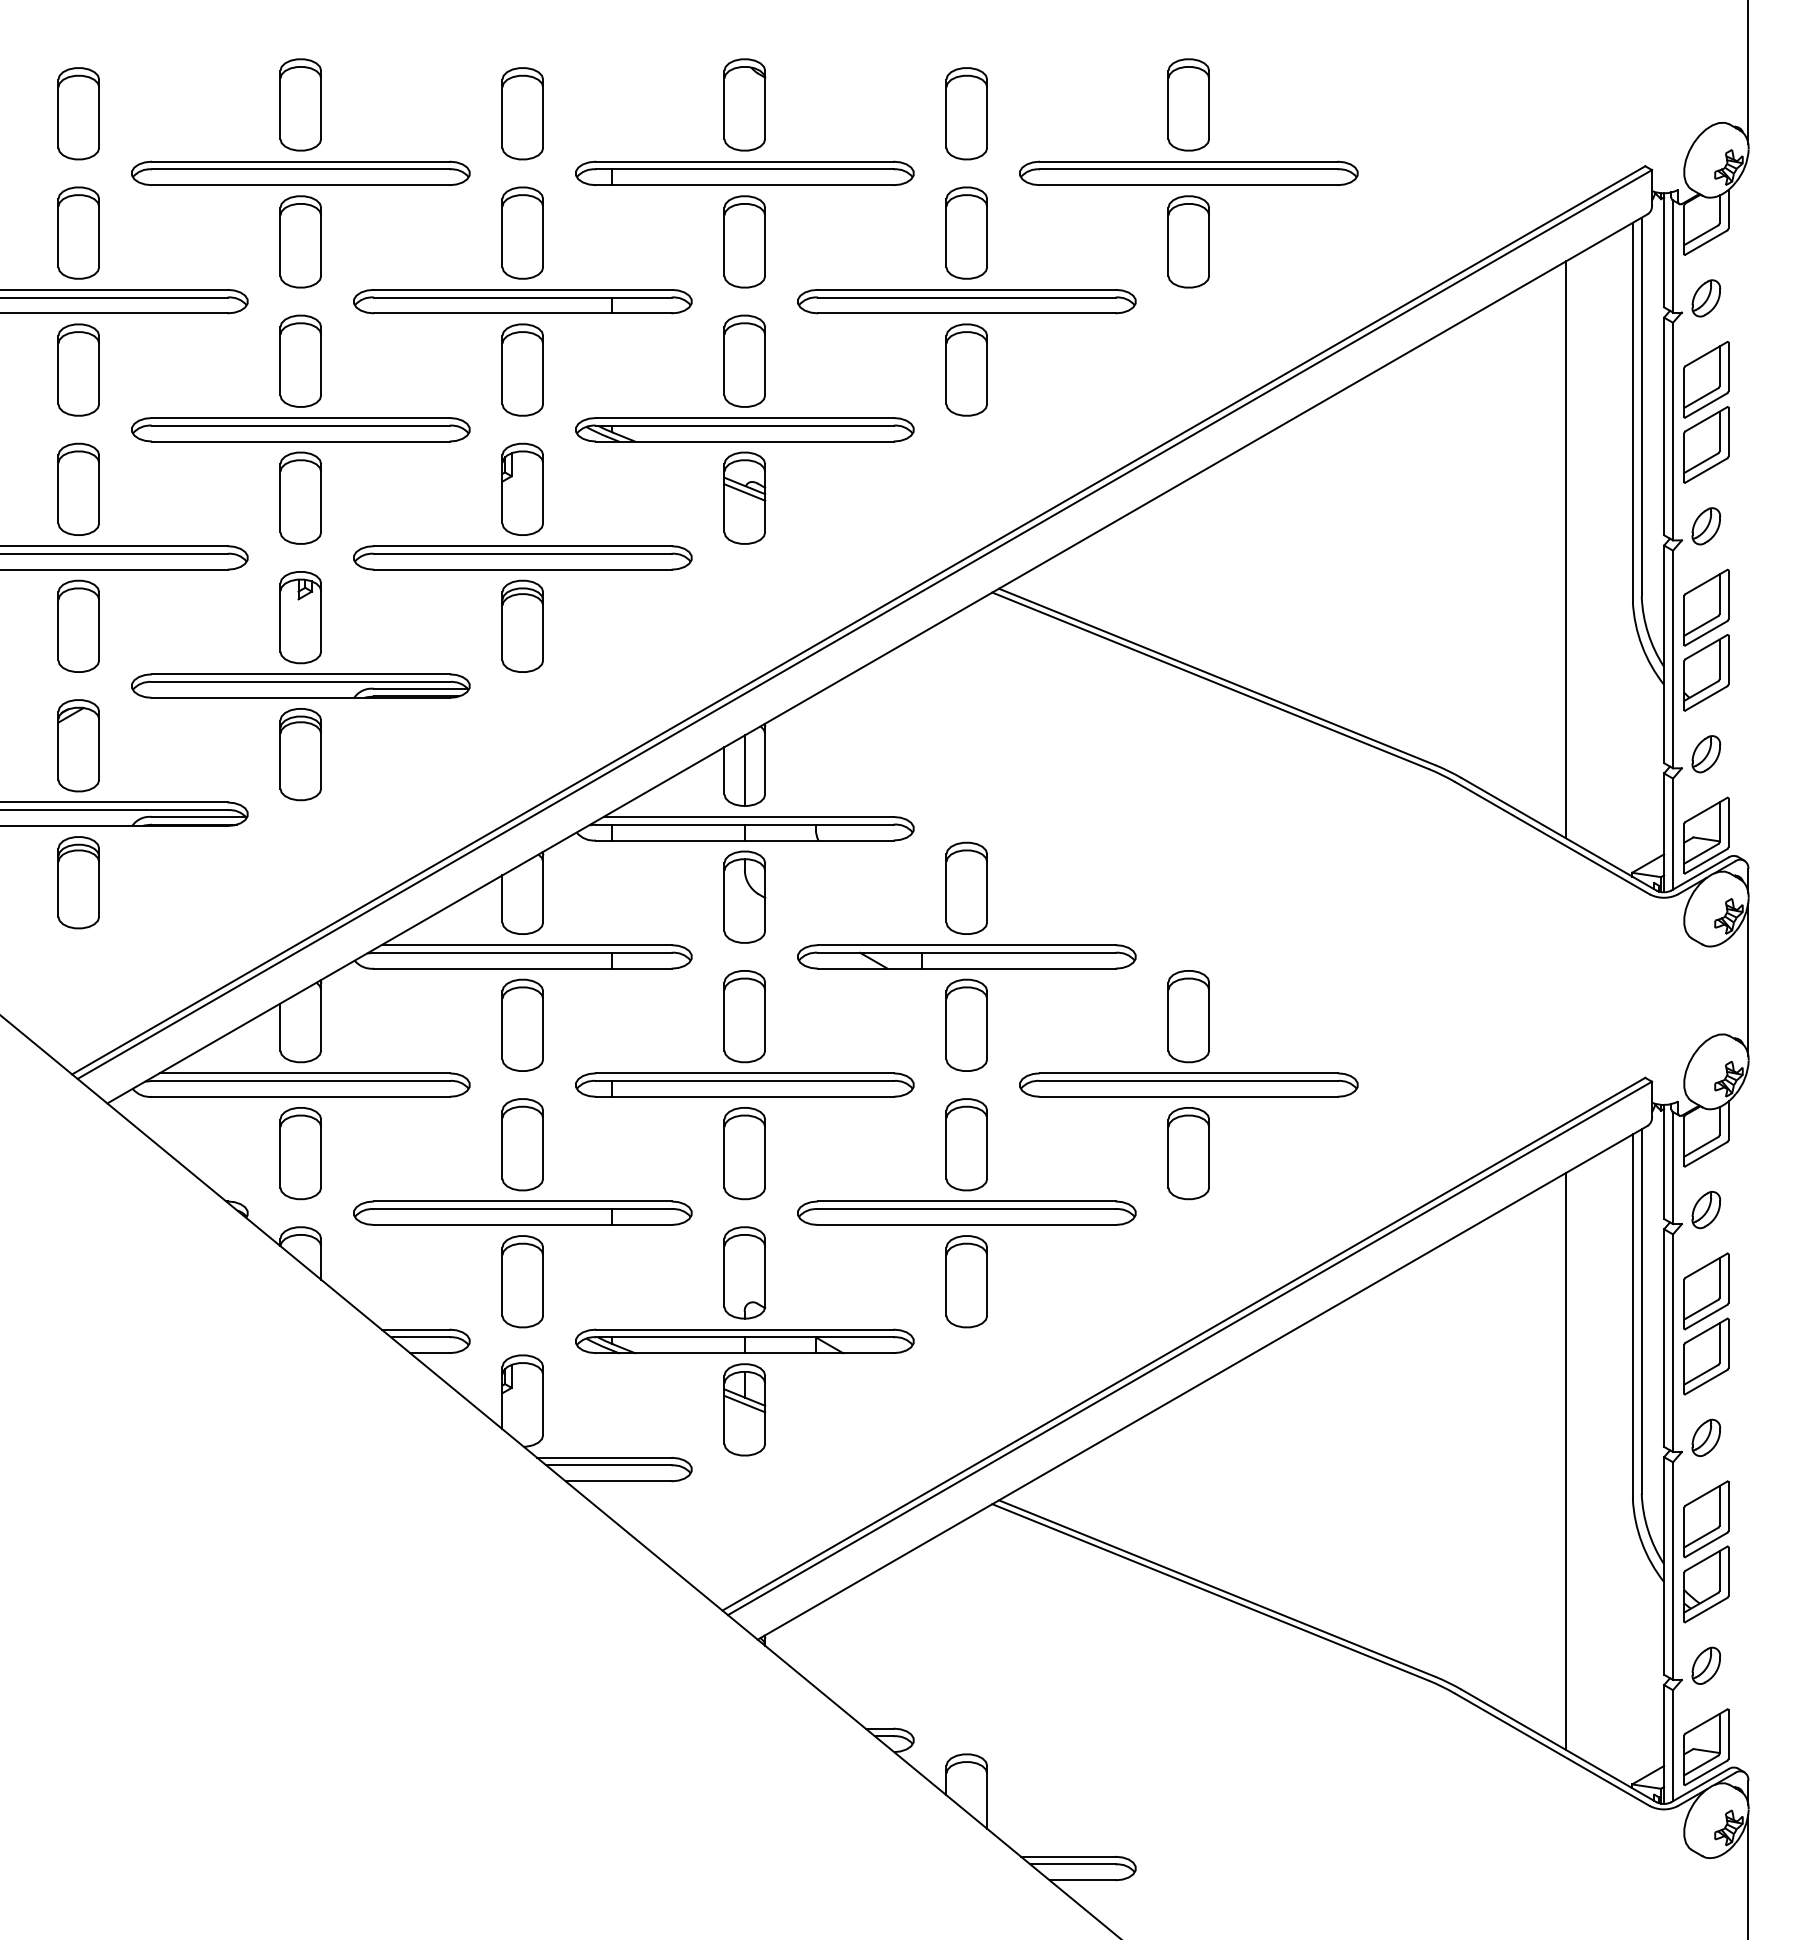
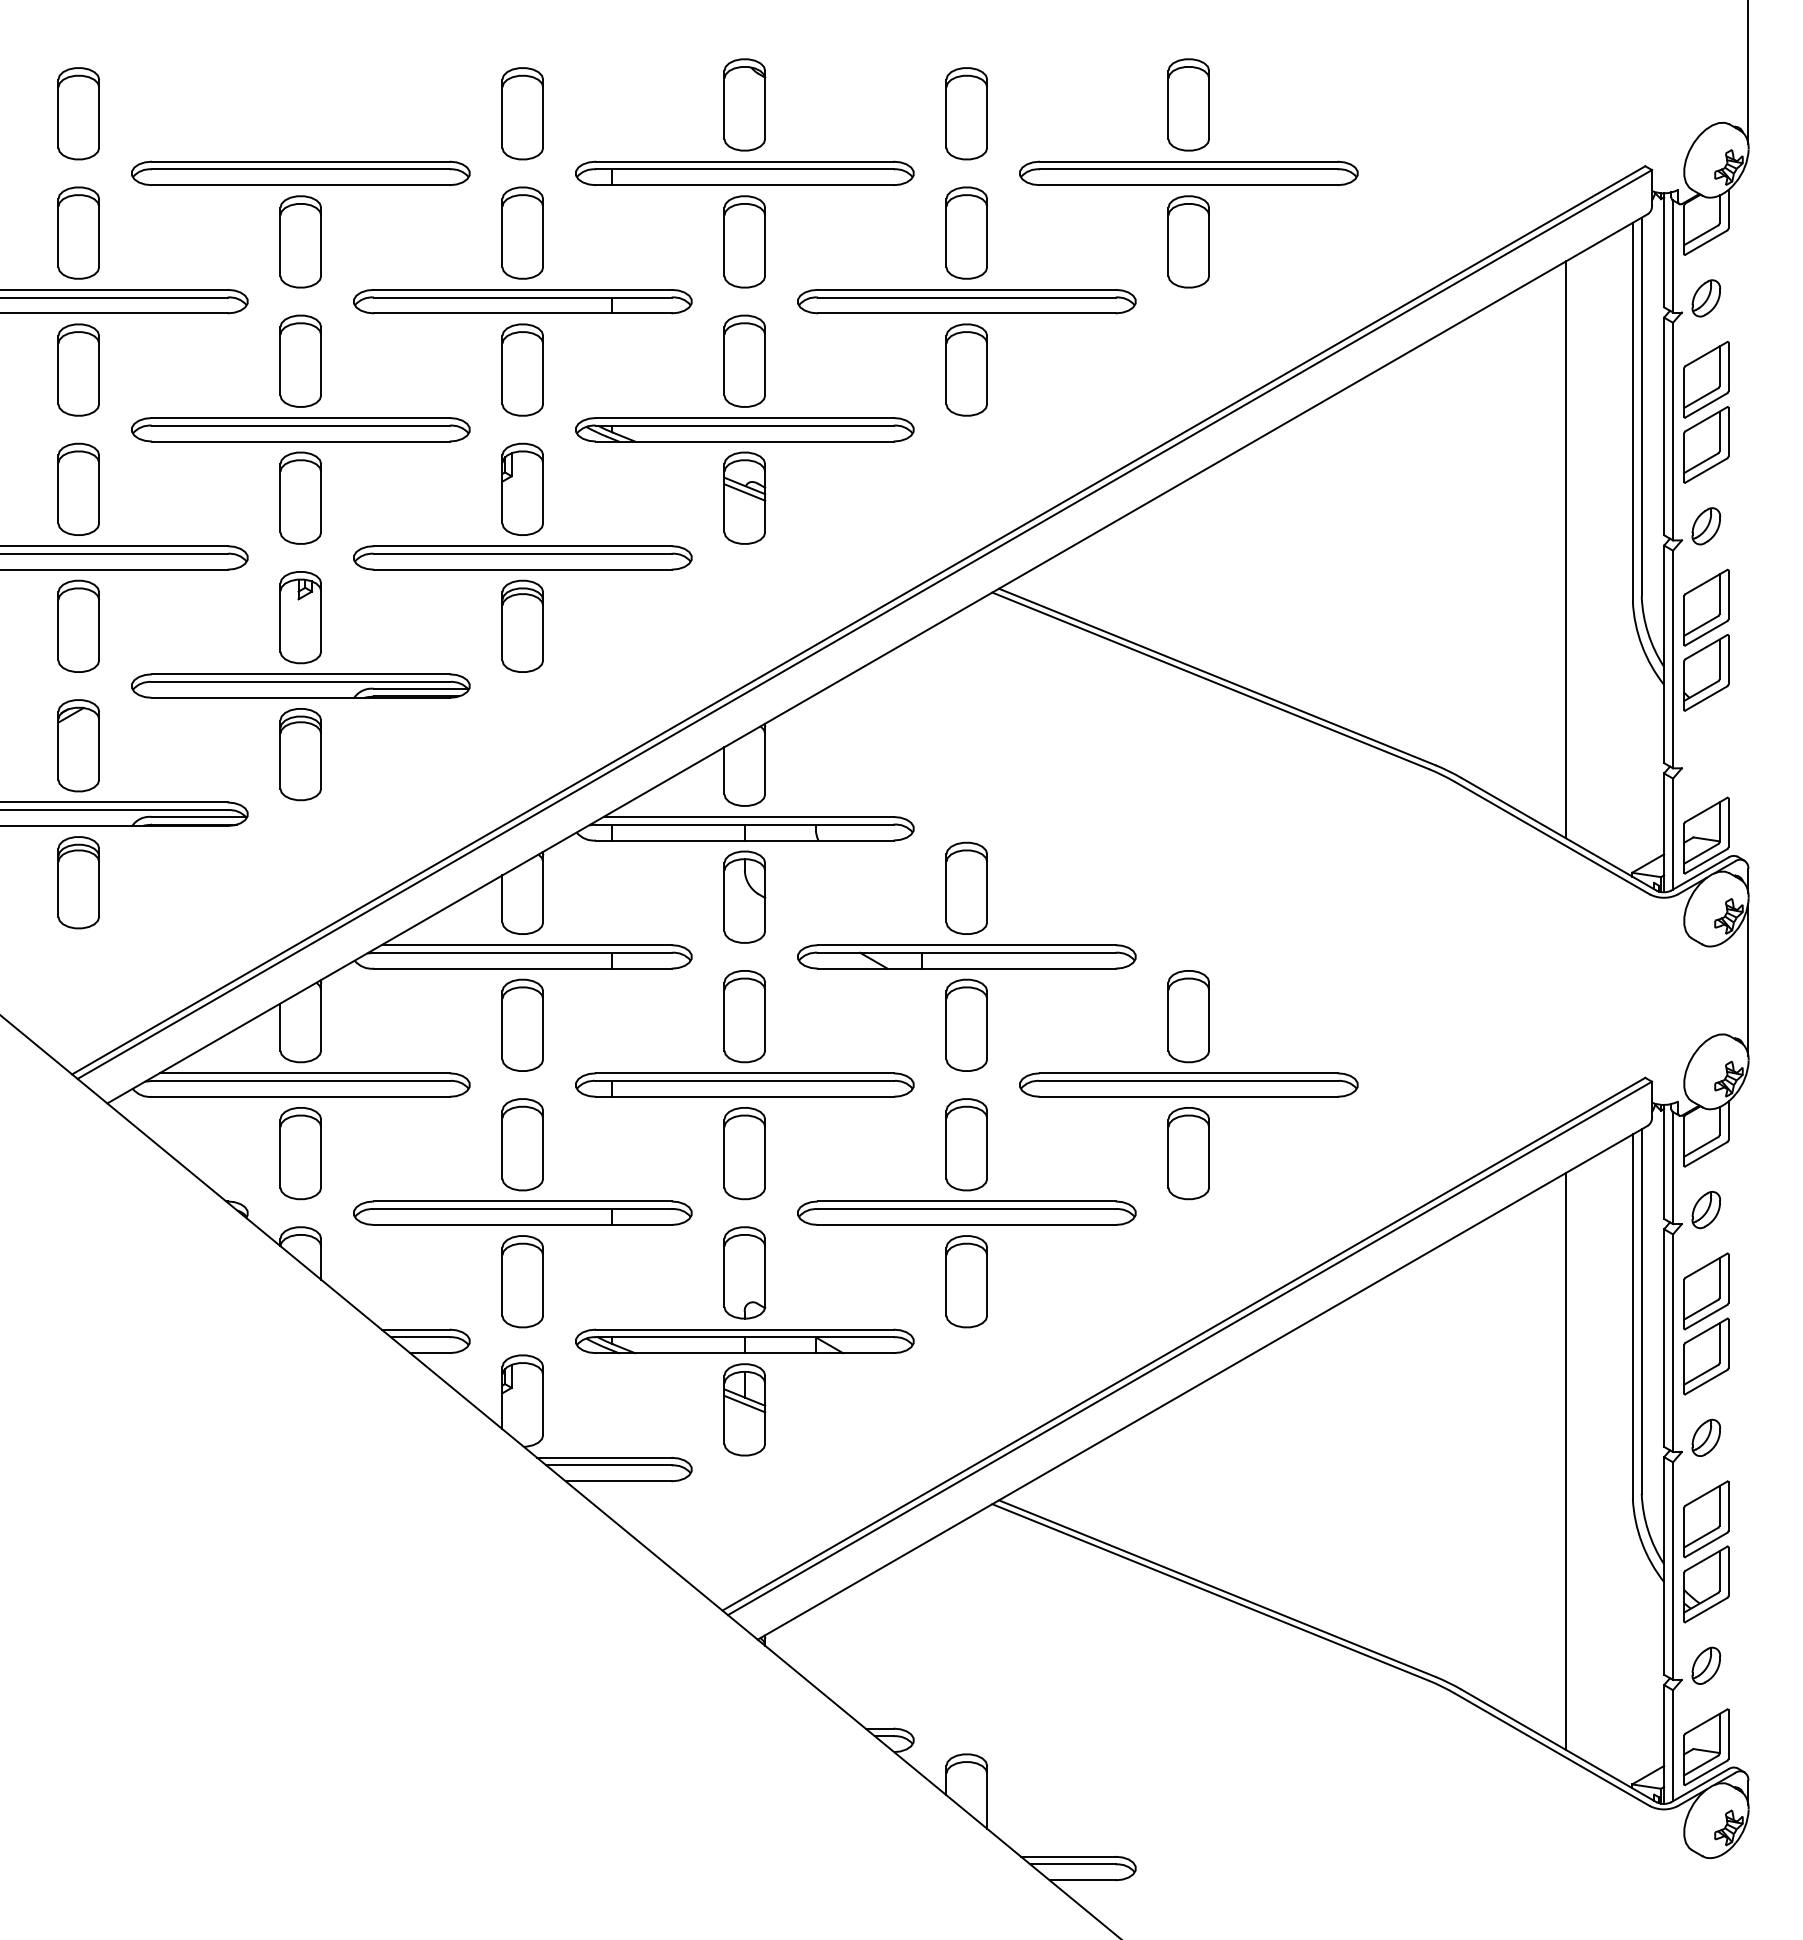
part at (300, 104): present -> none
part at (1706, 754): present -> none
line at (744, 770): present -> none
line at (1748, 1875): present -> none
